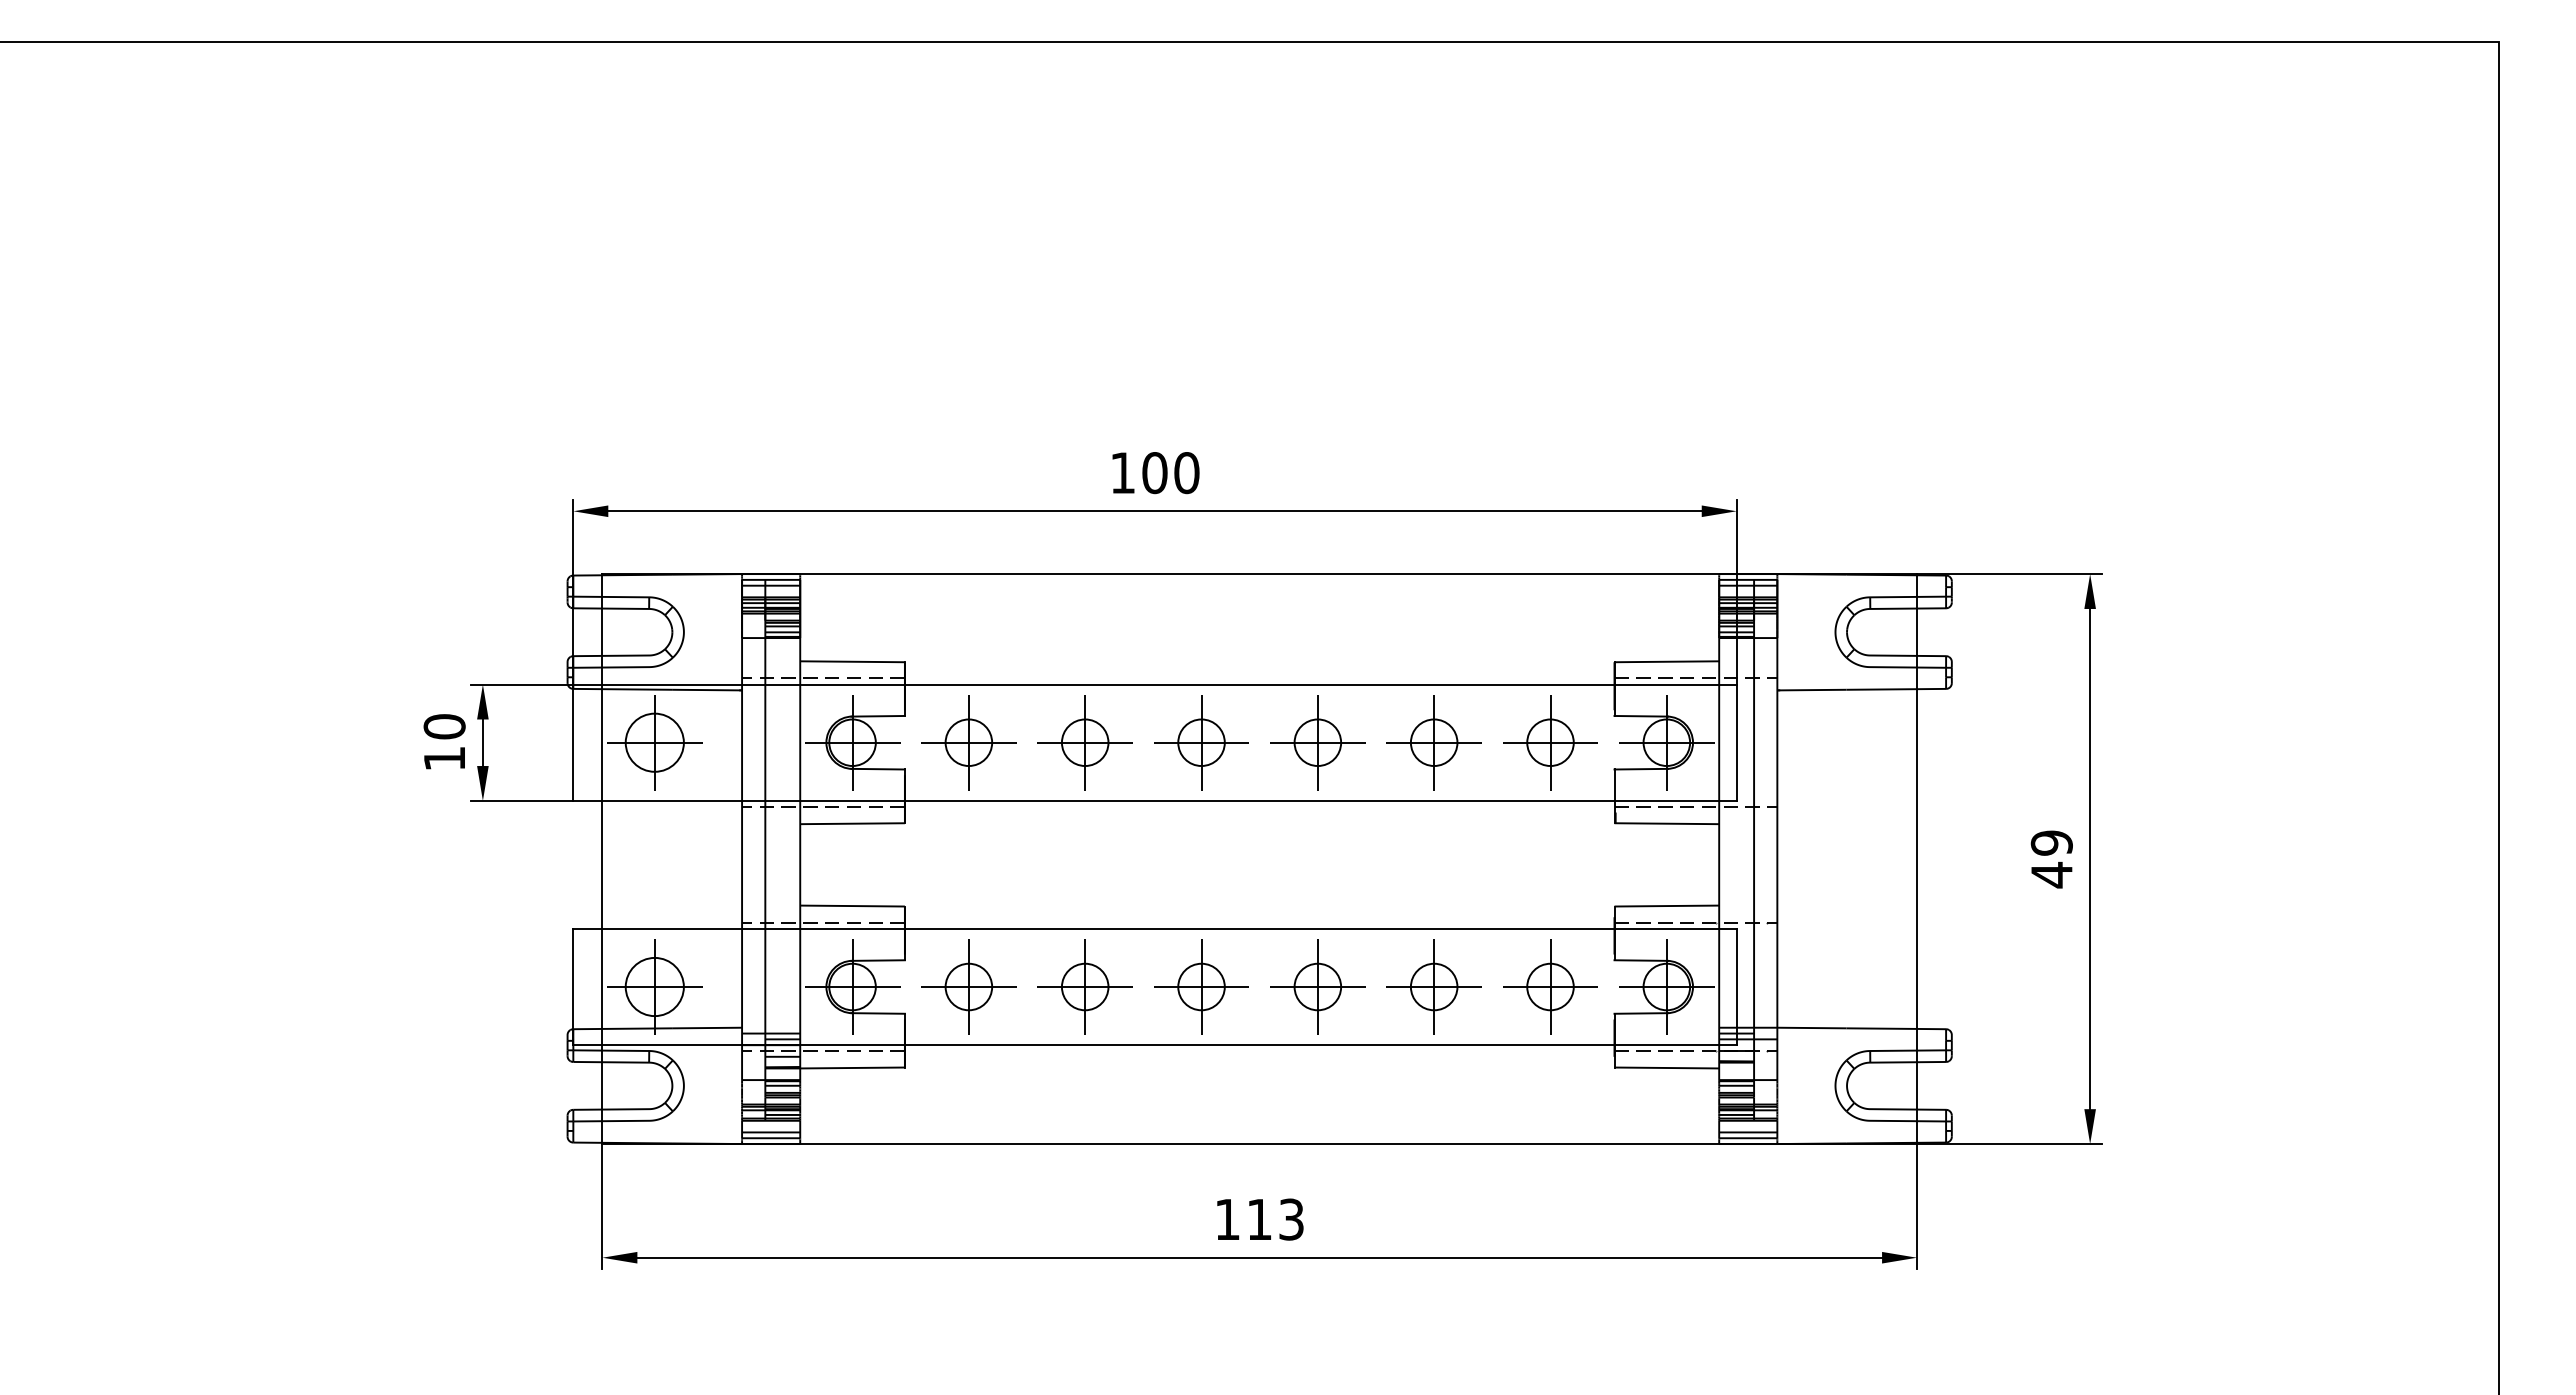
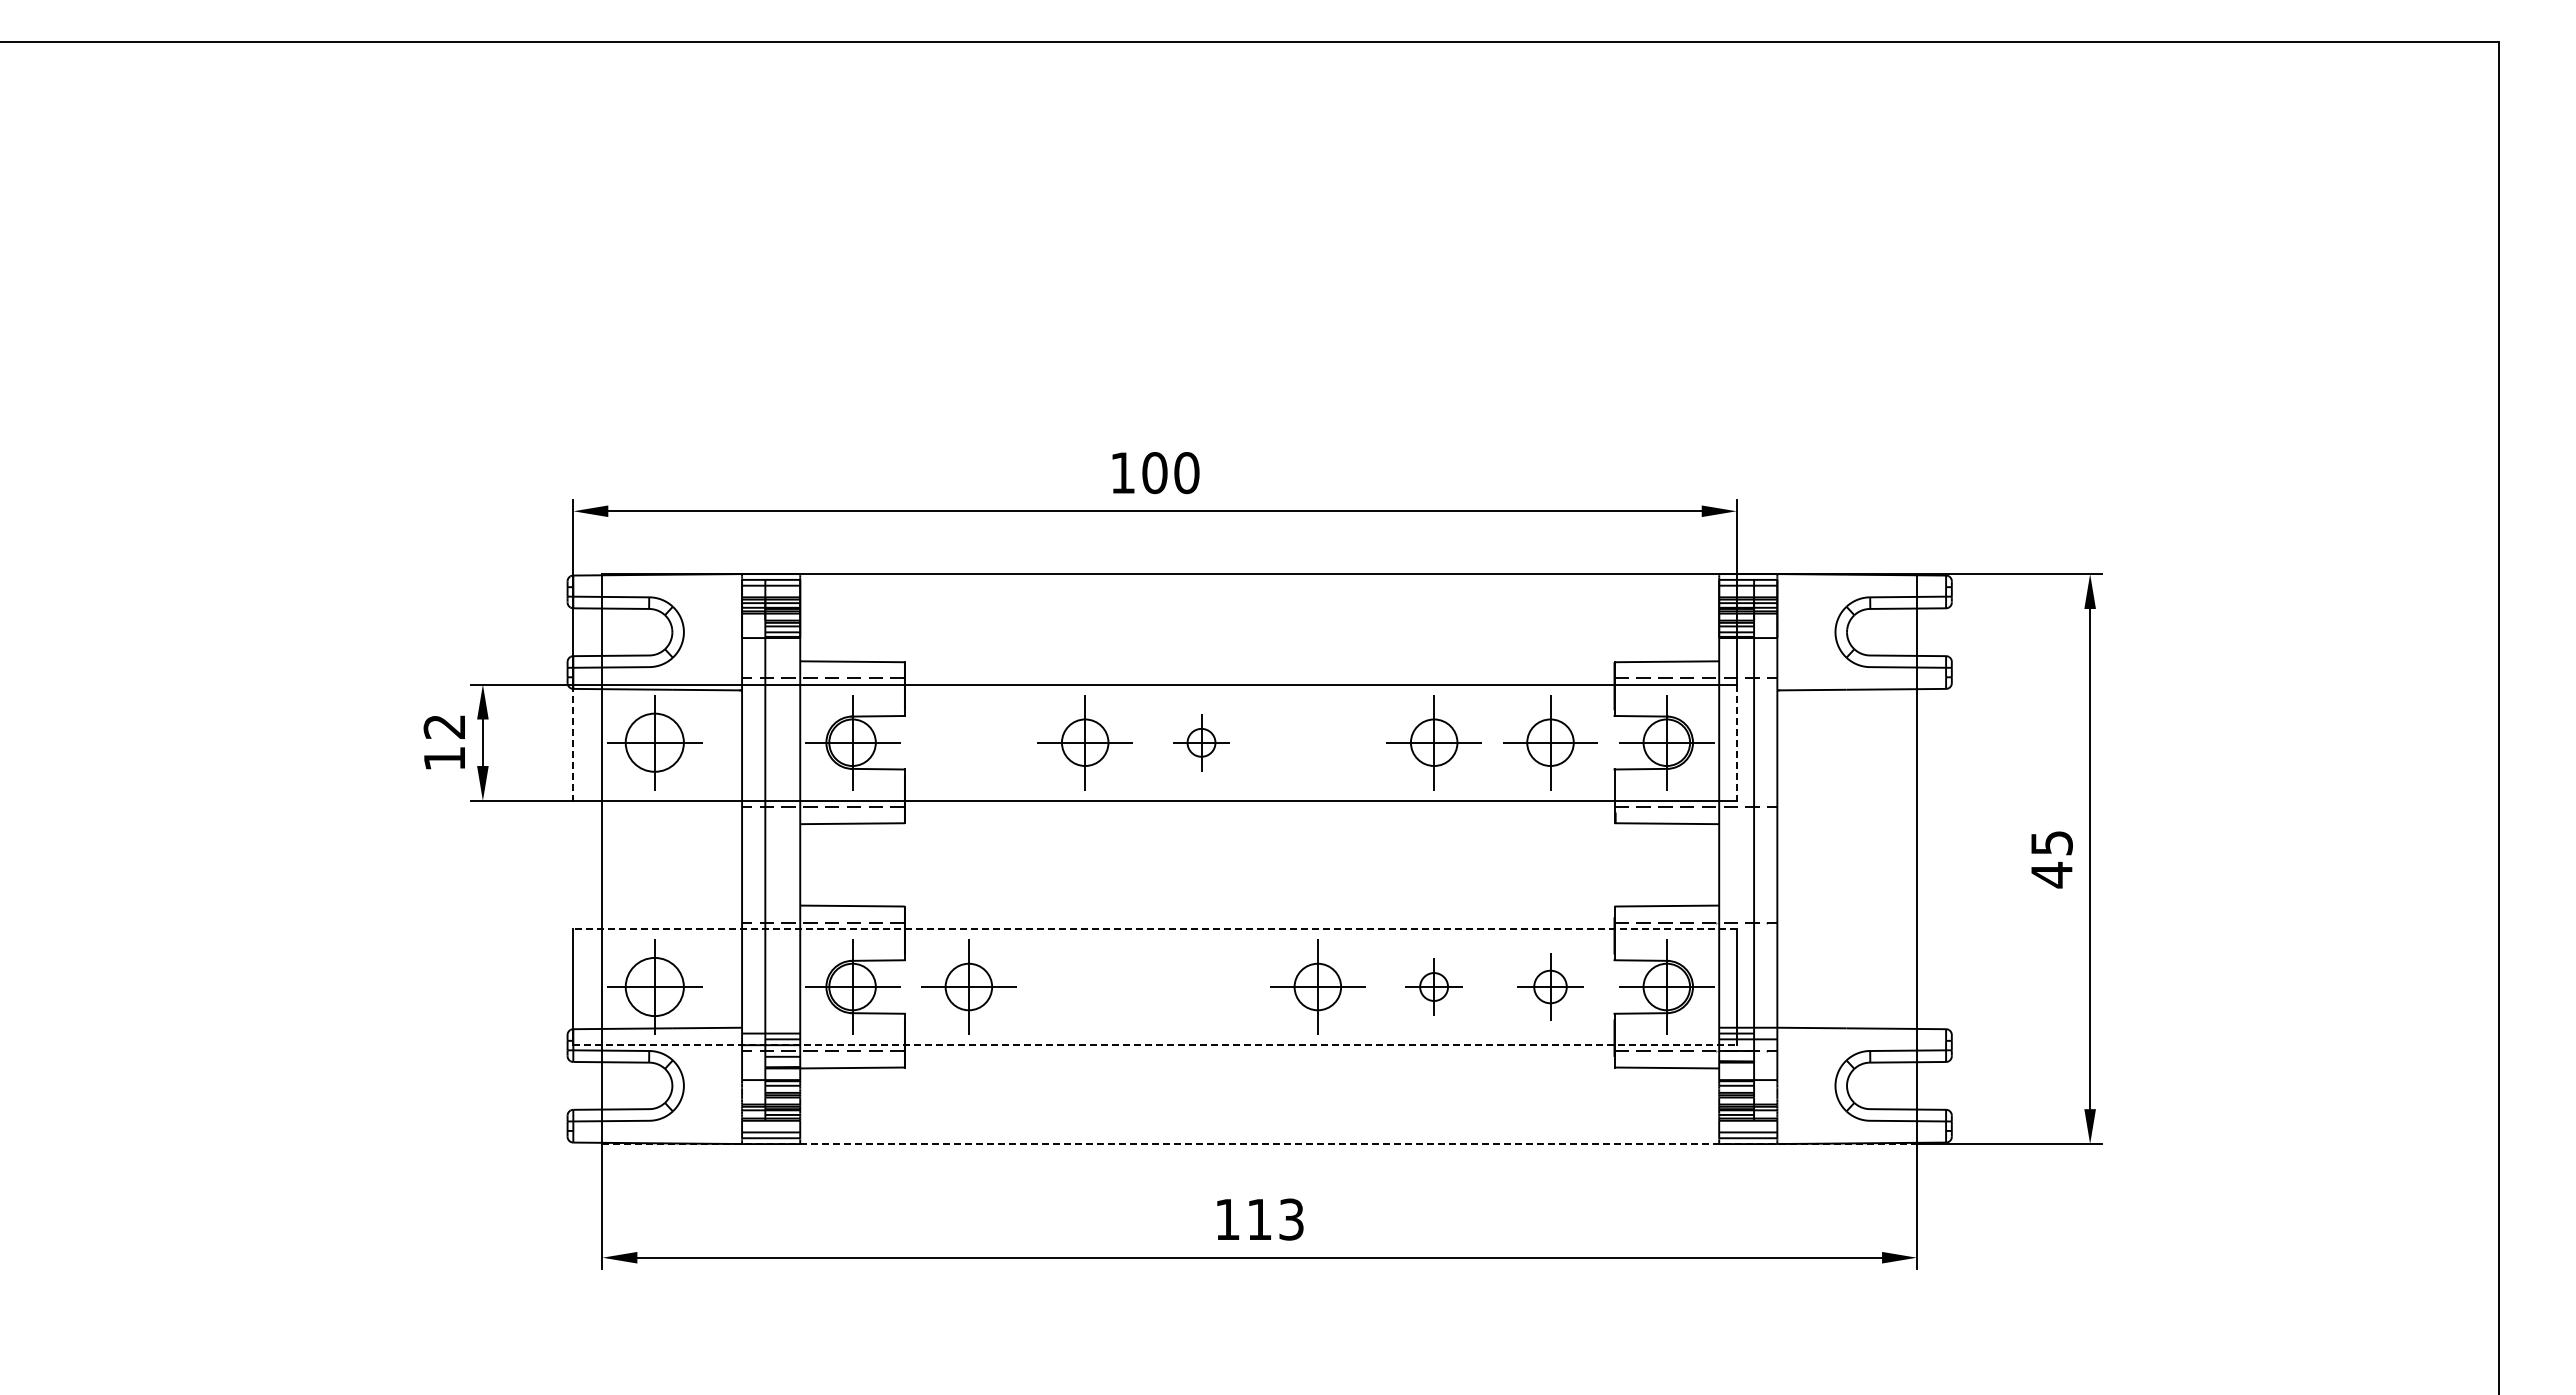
text at (444, 726): 10 -> 12
part at (968, 742): present -> none
part at (1201, 742) size: 95x96 px -> 57x58 px
part at (1317, 742): present -> none
line at (573, 743): solid -> dashed
line at (1736, 743): solid -> dashed
text at (2051, 842): 49 -> 45
line at (1155, 928): solid -> dashed
part at (1084, 986): present -> none
part at (1201, 986): present -> none
part at (1433, 986) size: 96x96 px -> 58x58 px
part at (1550, 986) size: 95x96 px -> 67x68 px
line at (1155, 1045): solid -> dashed
line at (1260, 1144): solid -> dashed
